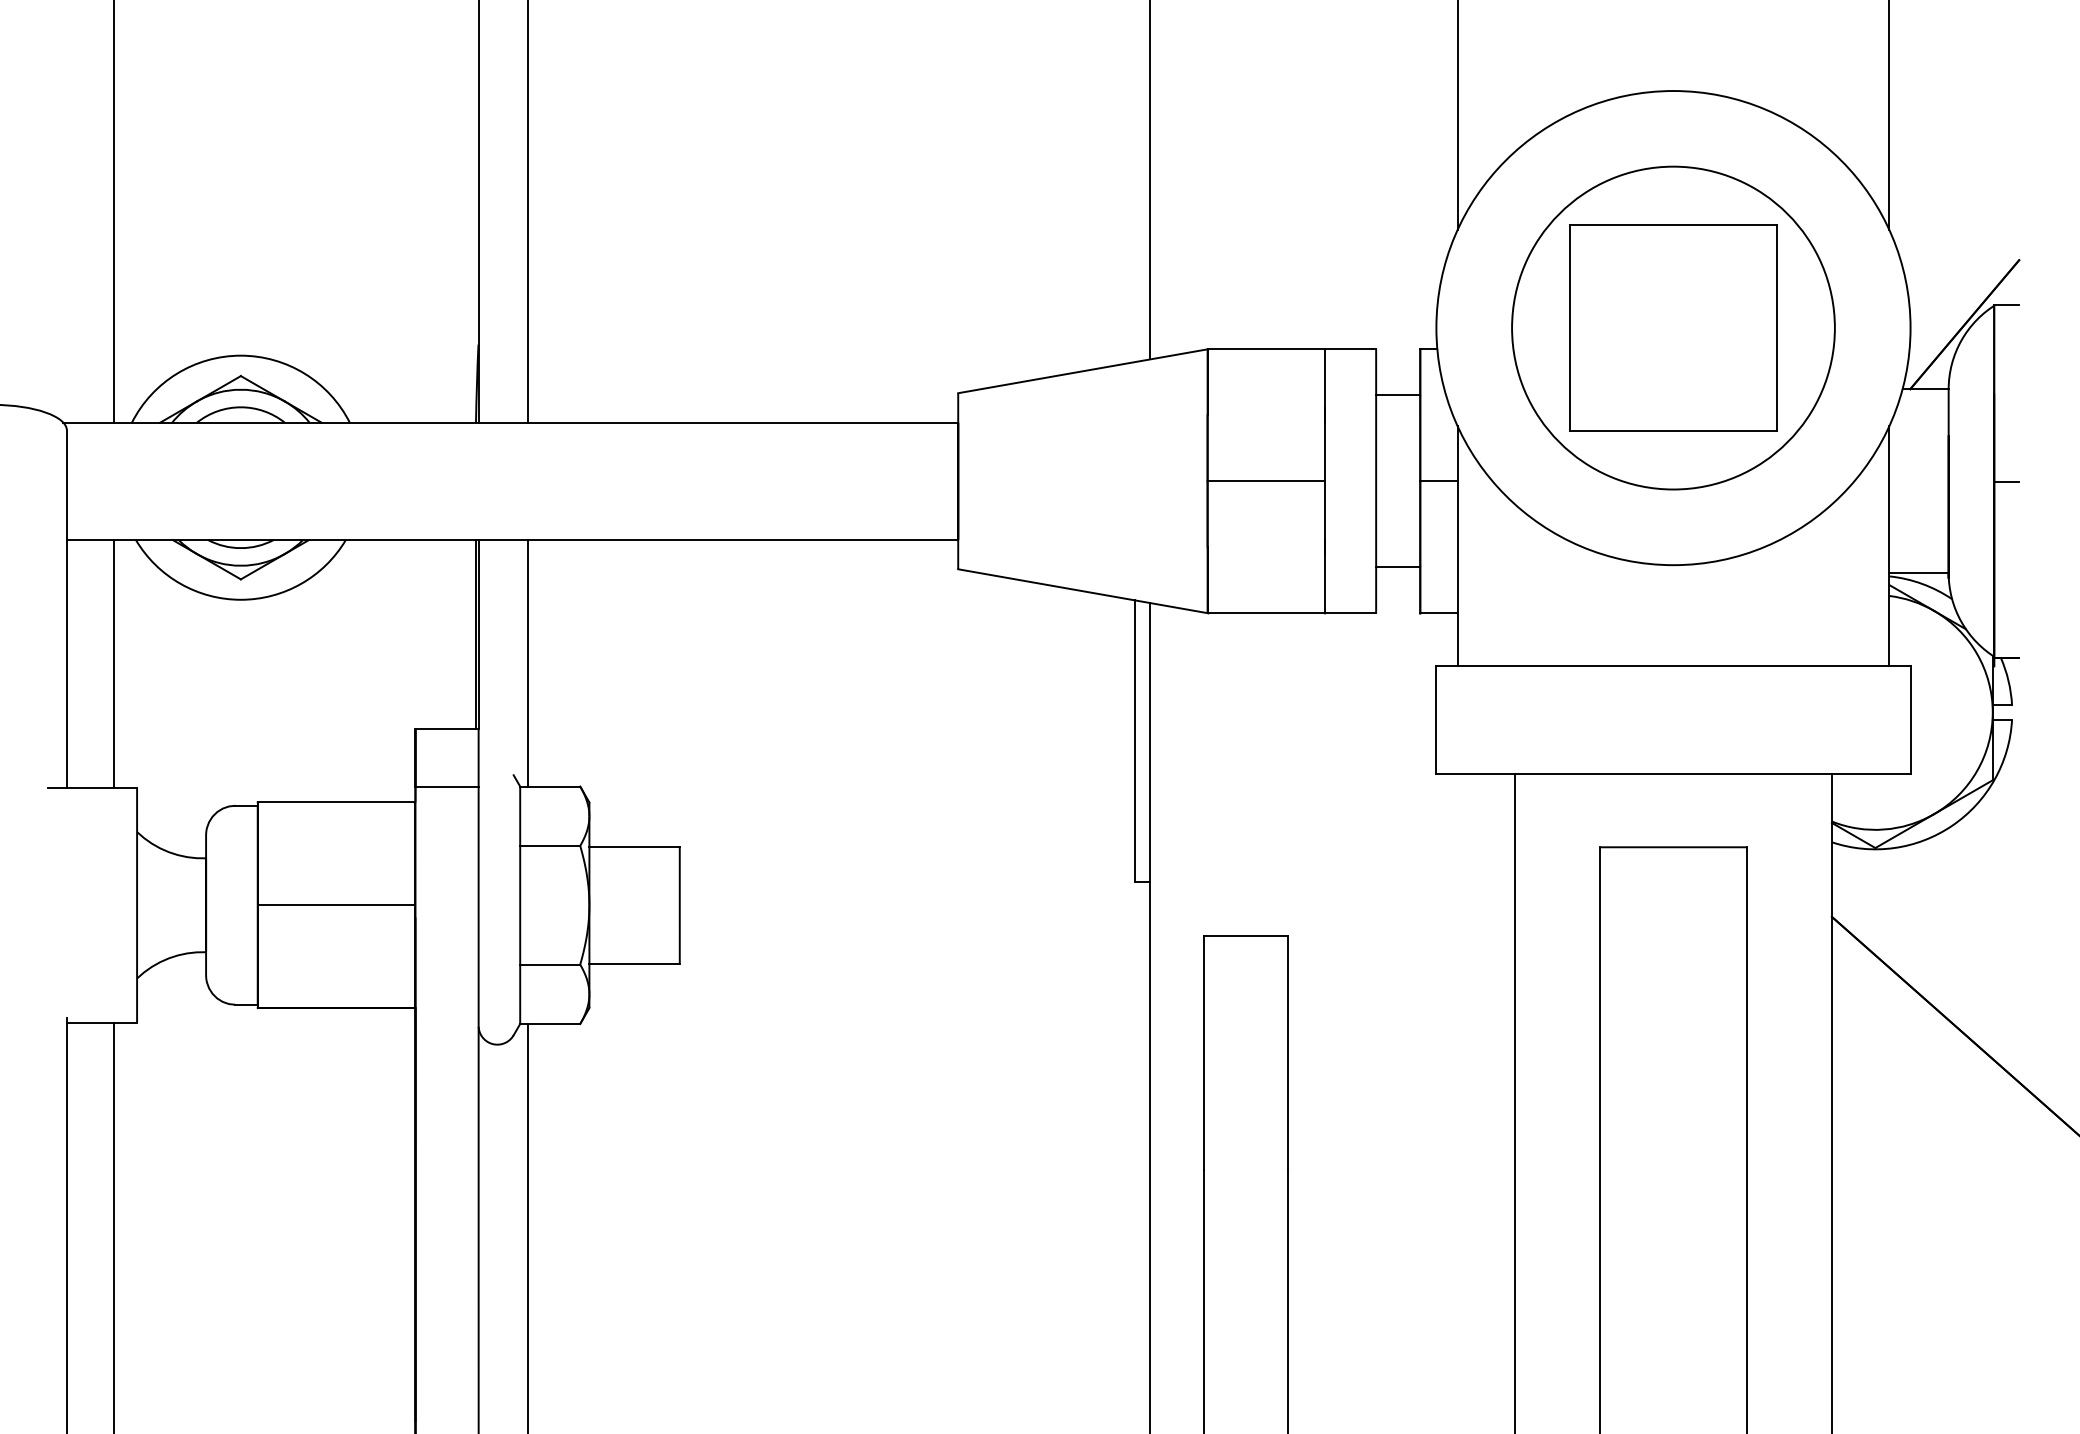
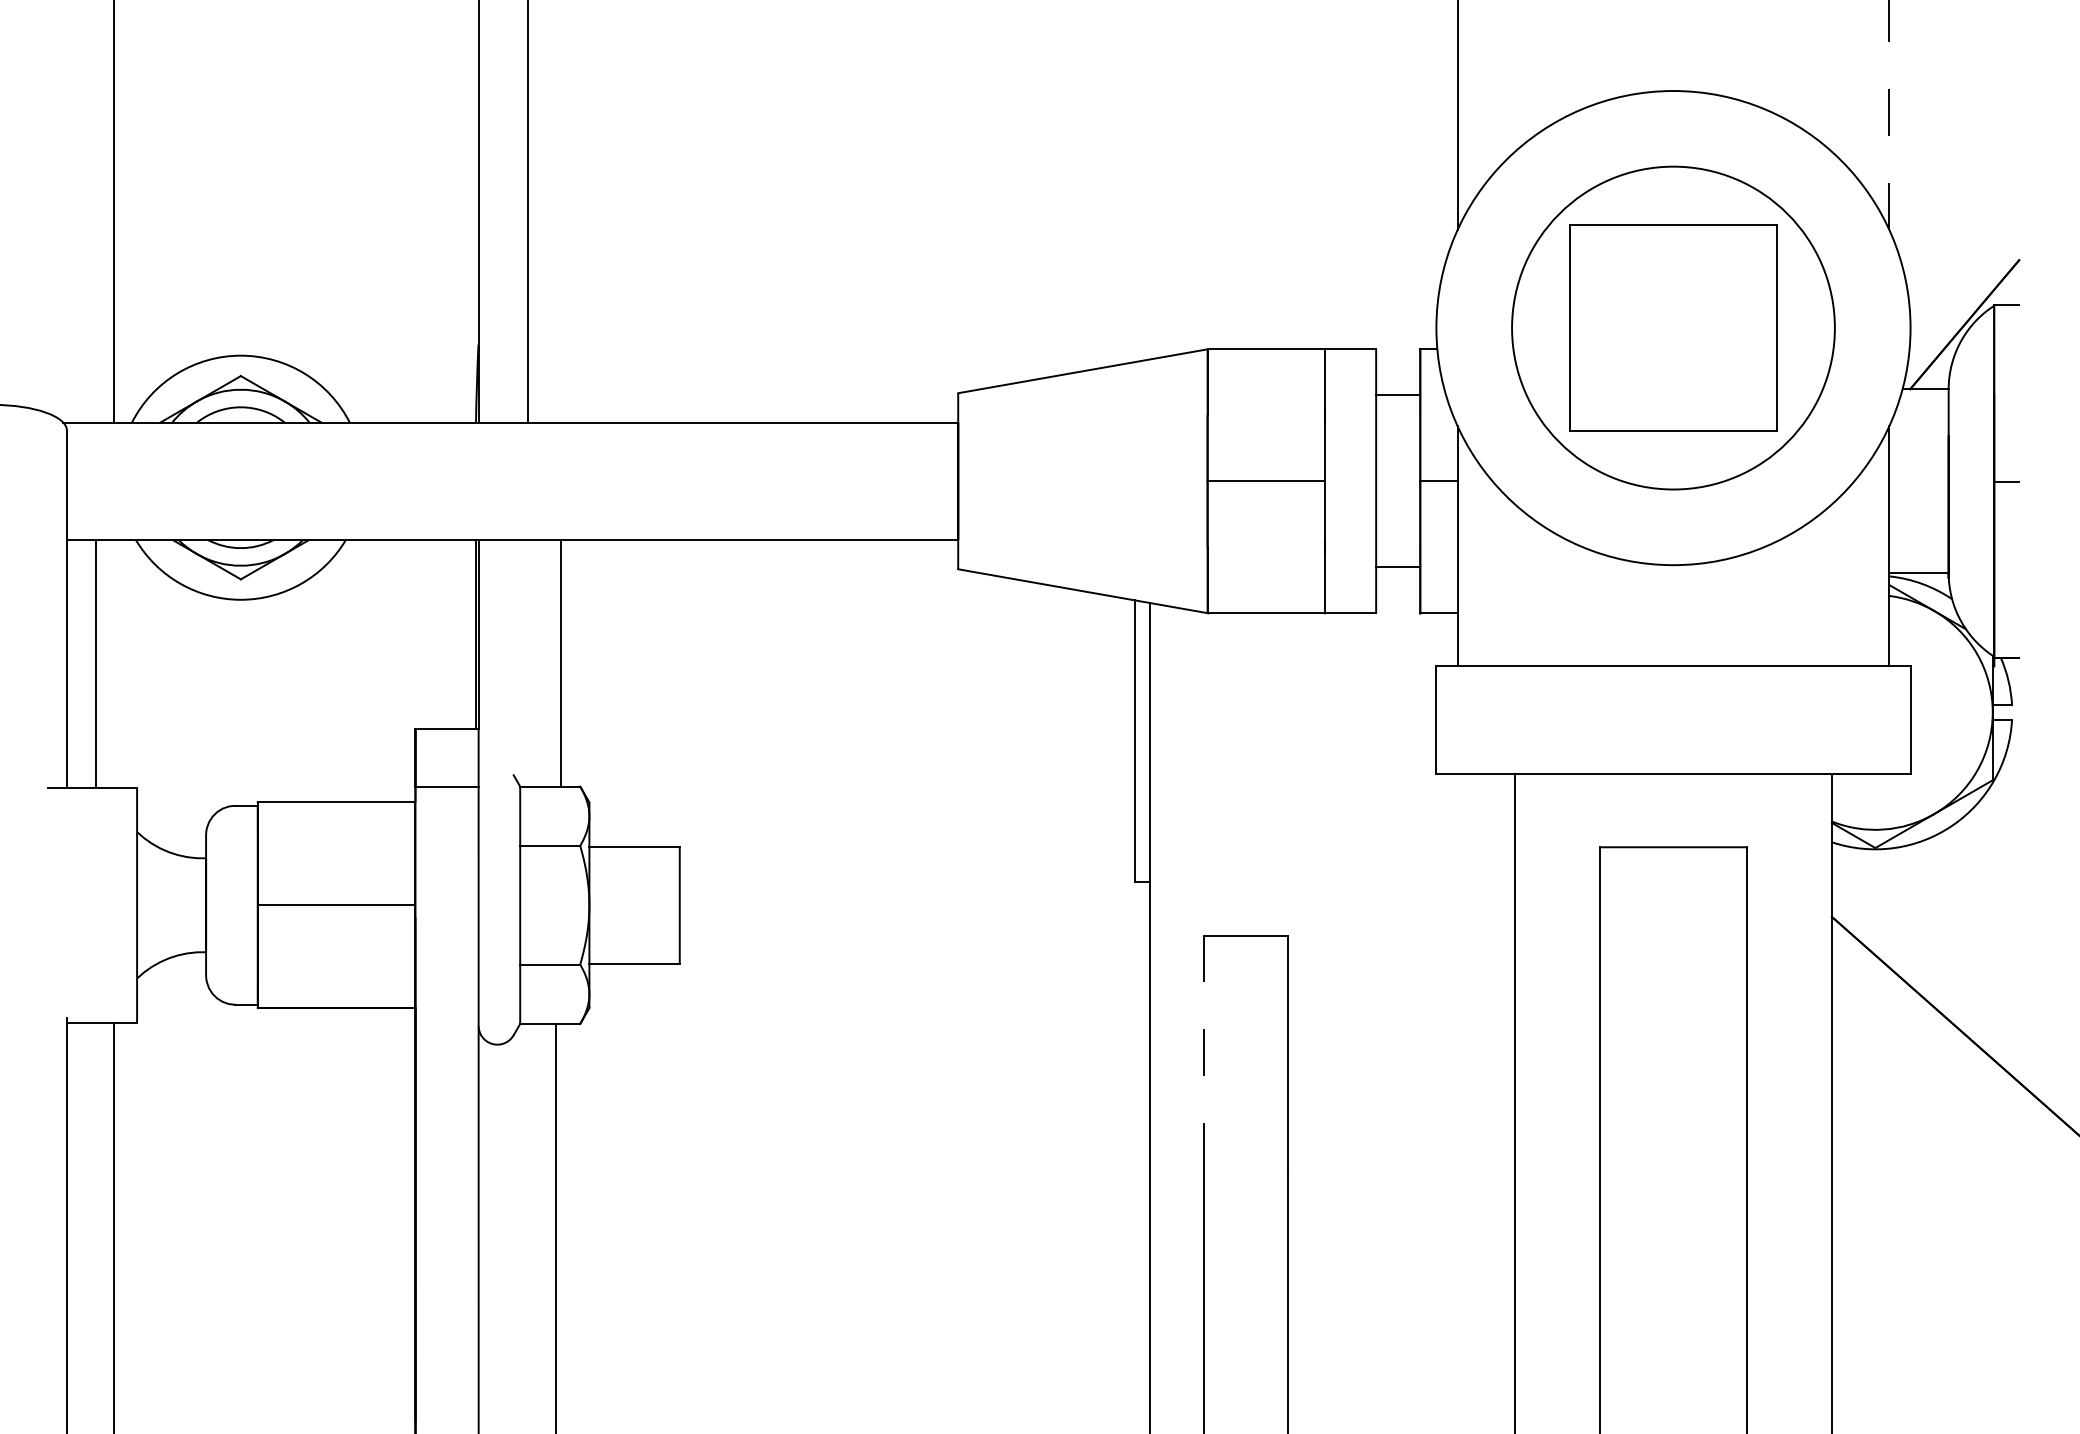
line at (1889, 114): solid -> dashed
line at (1150, 180): present -> none
line at (113, 663) position: (113, 663) -> (95, 663)
line at (527, 663) position: (527, 663) -> (560, 663)
line at (1204, 1052): solid -> dashed
line at (527, 1226) position: (527, 1226) -> (555, 1226)
